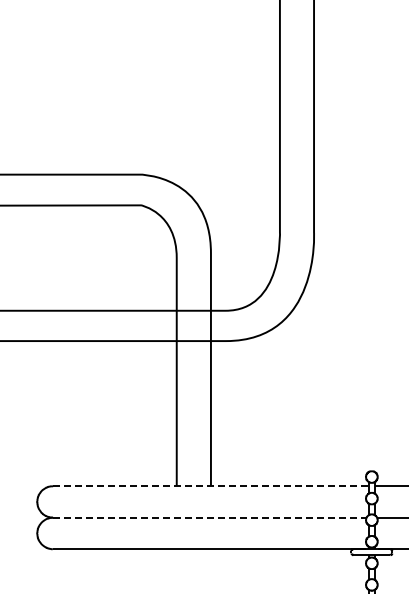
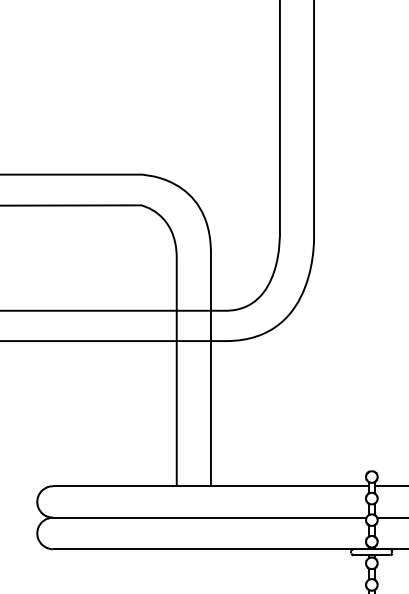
line at (211, 486): dashed -> solid
line at (209, 517): dashed -> solid
